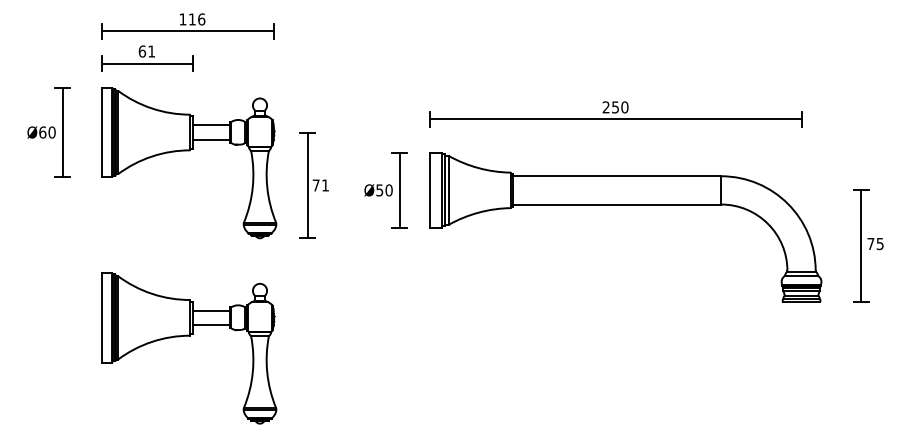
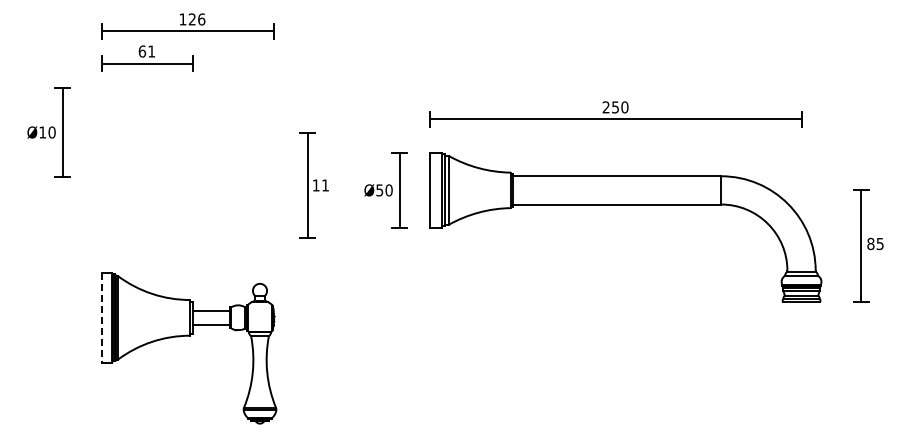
text at (191, 19): 116 -> 126
text at (42, 132): Ø60 -> Ø10
part at (189, 151): present -> none
text at (315, 185): 71 -> 11
text at (870, 243): 75 -> 85
line at (101, 317): solid -> dashed
